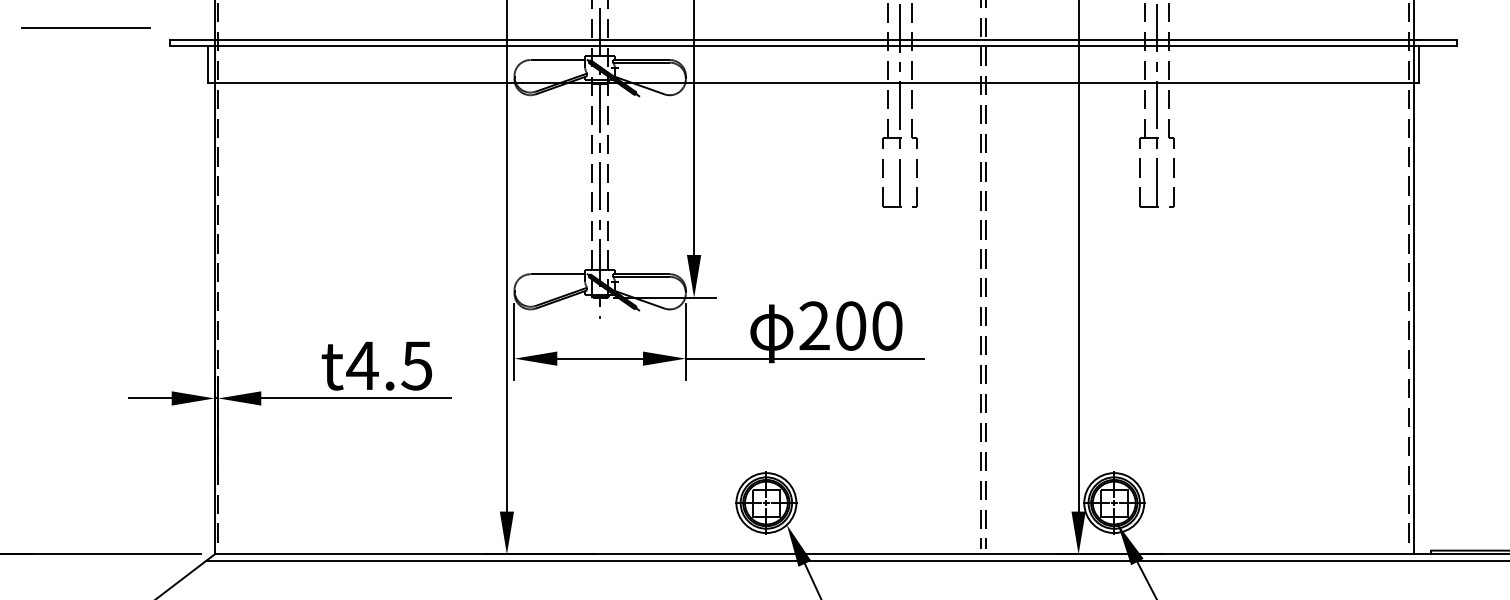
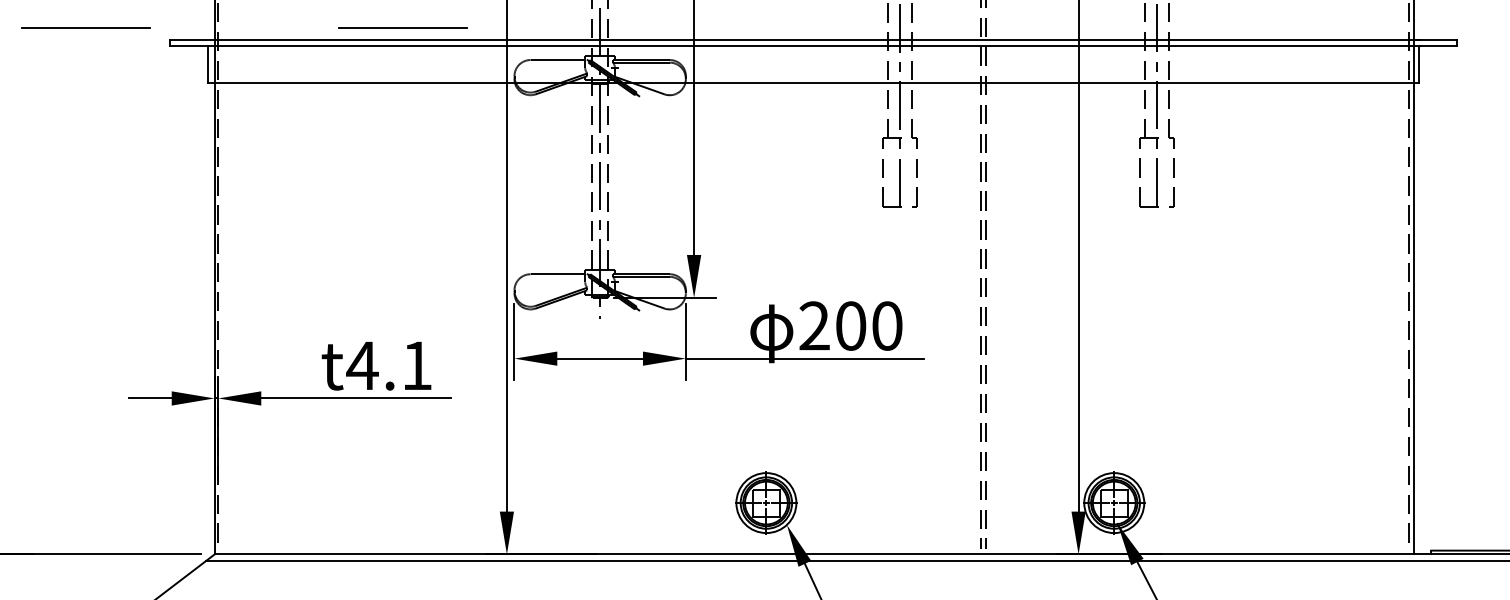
line at (402, 27): none -> present
text at (416, 365): t4.5 -> t4.1
